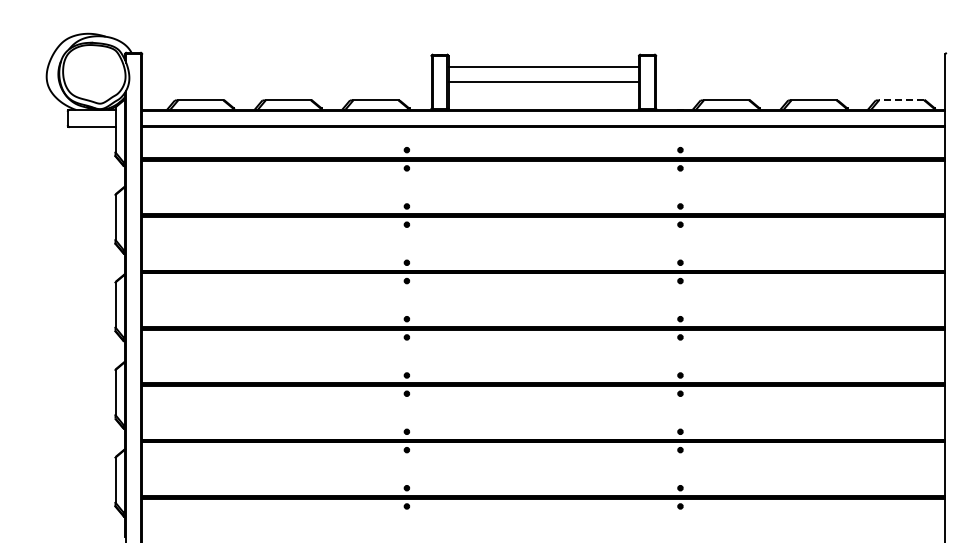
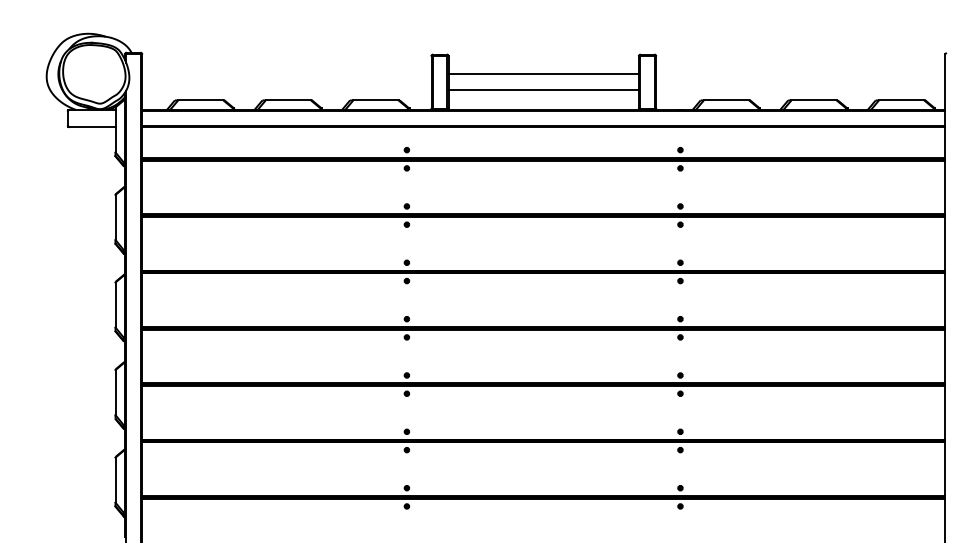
line at (543, 67) position: (543, 67) -> (543, 74)
line at (543, 82) position: (543, 82) -> (543, 90)
line at (901, 100): dashed -> solid
